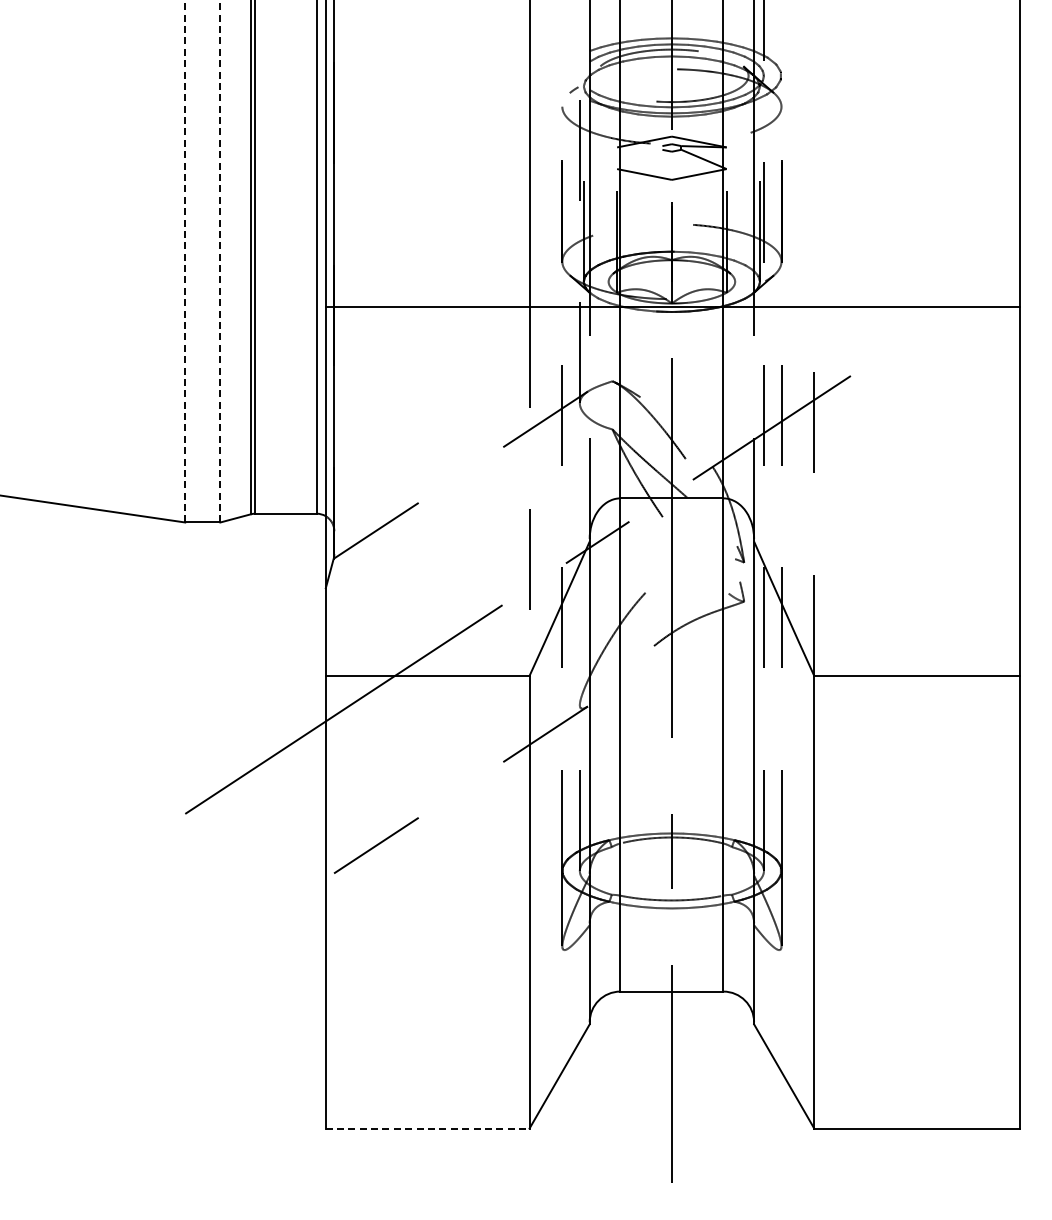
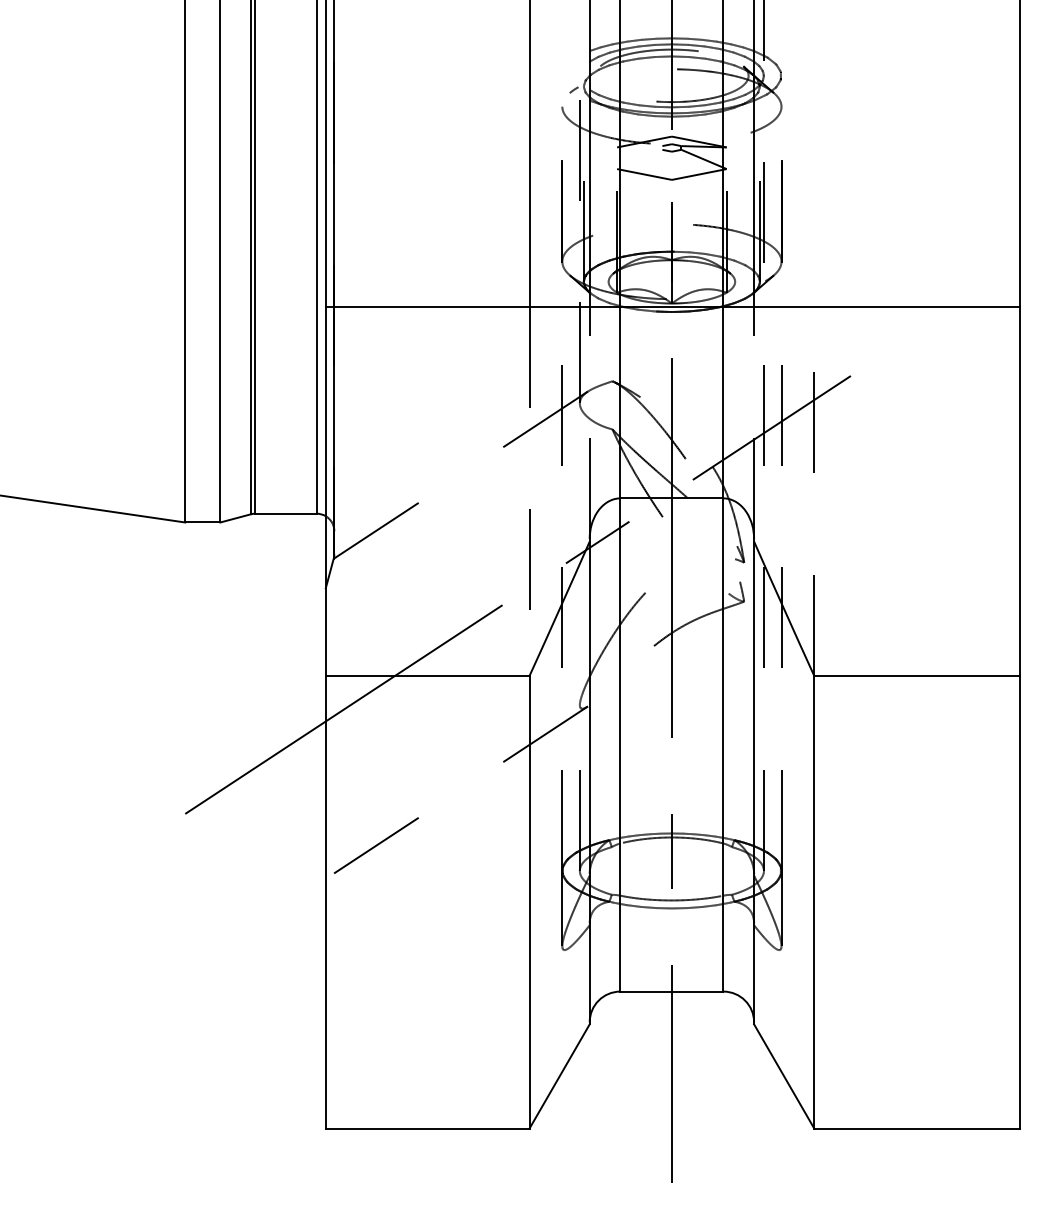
line at (185, 261): dashed -> solid
line at (220, 261): dashed -> solid
line at (427, 1128): dashed -> solid
